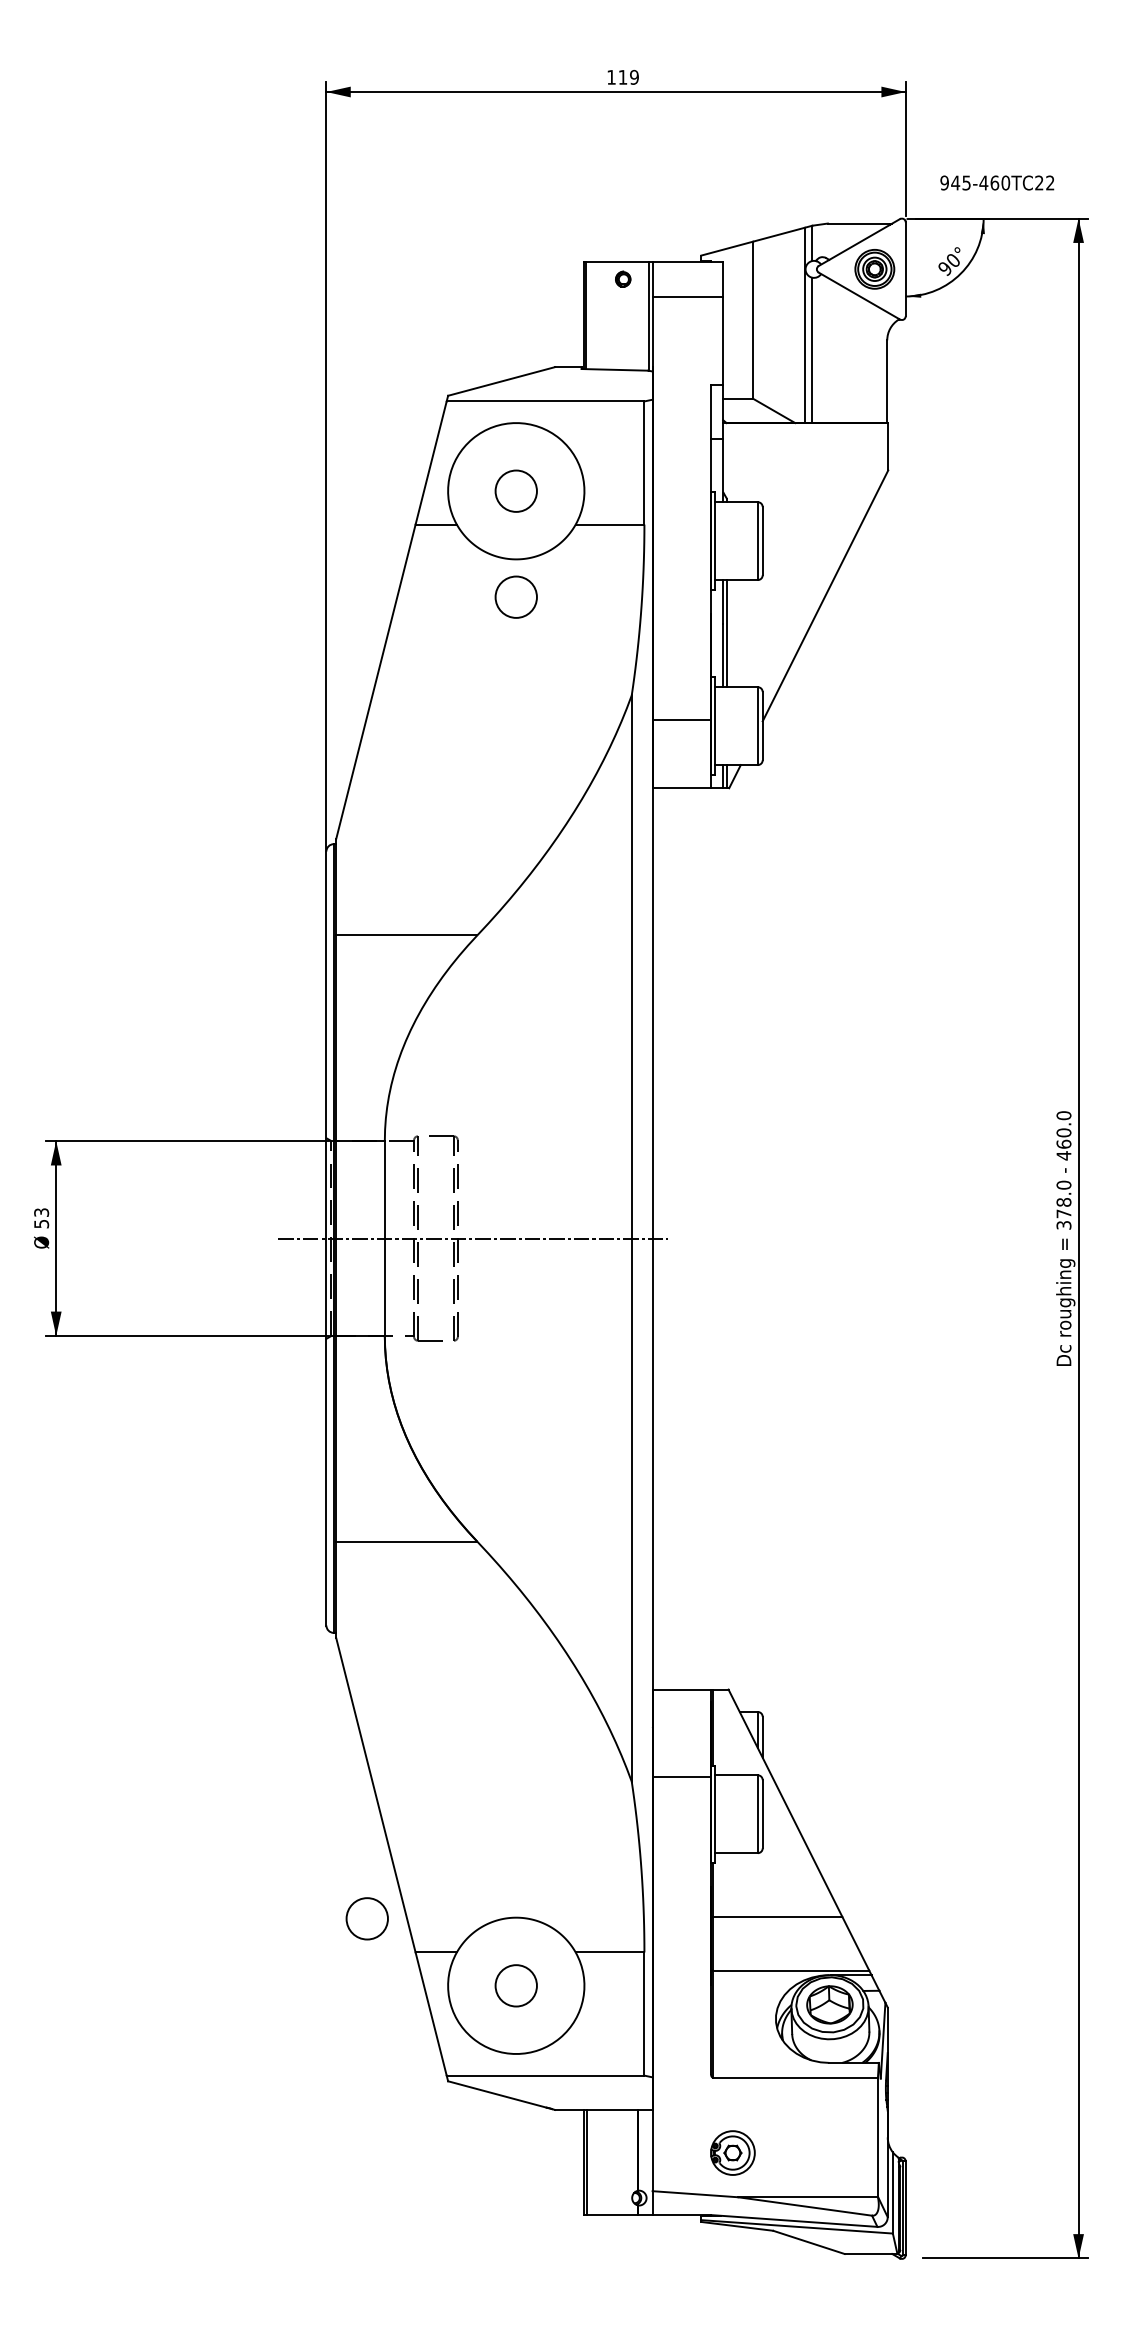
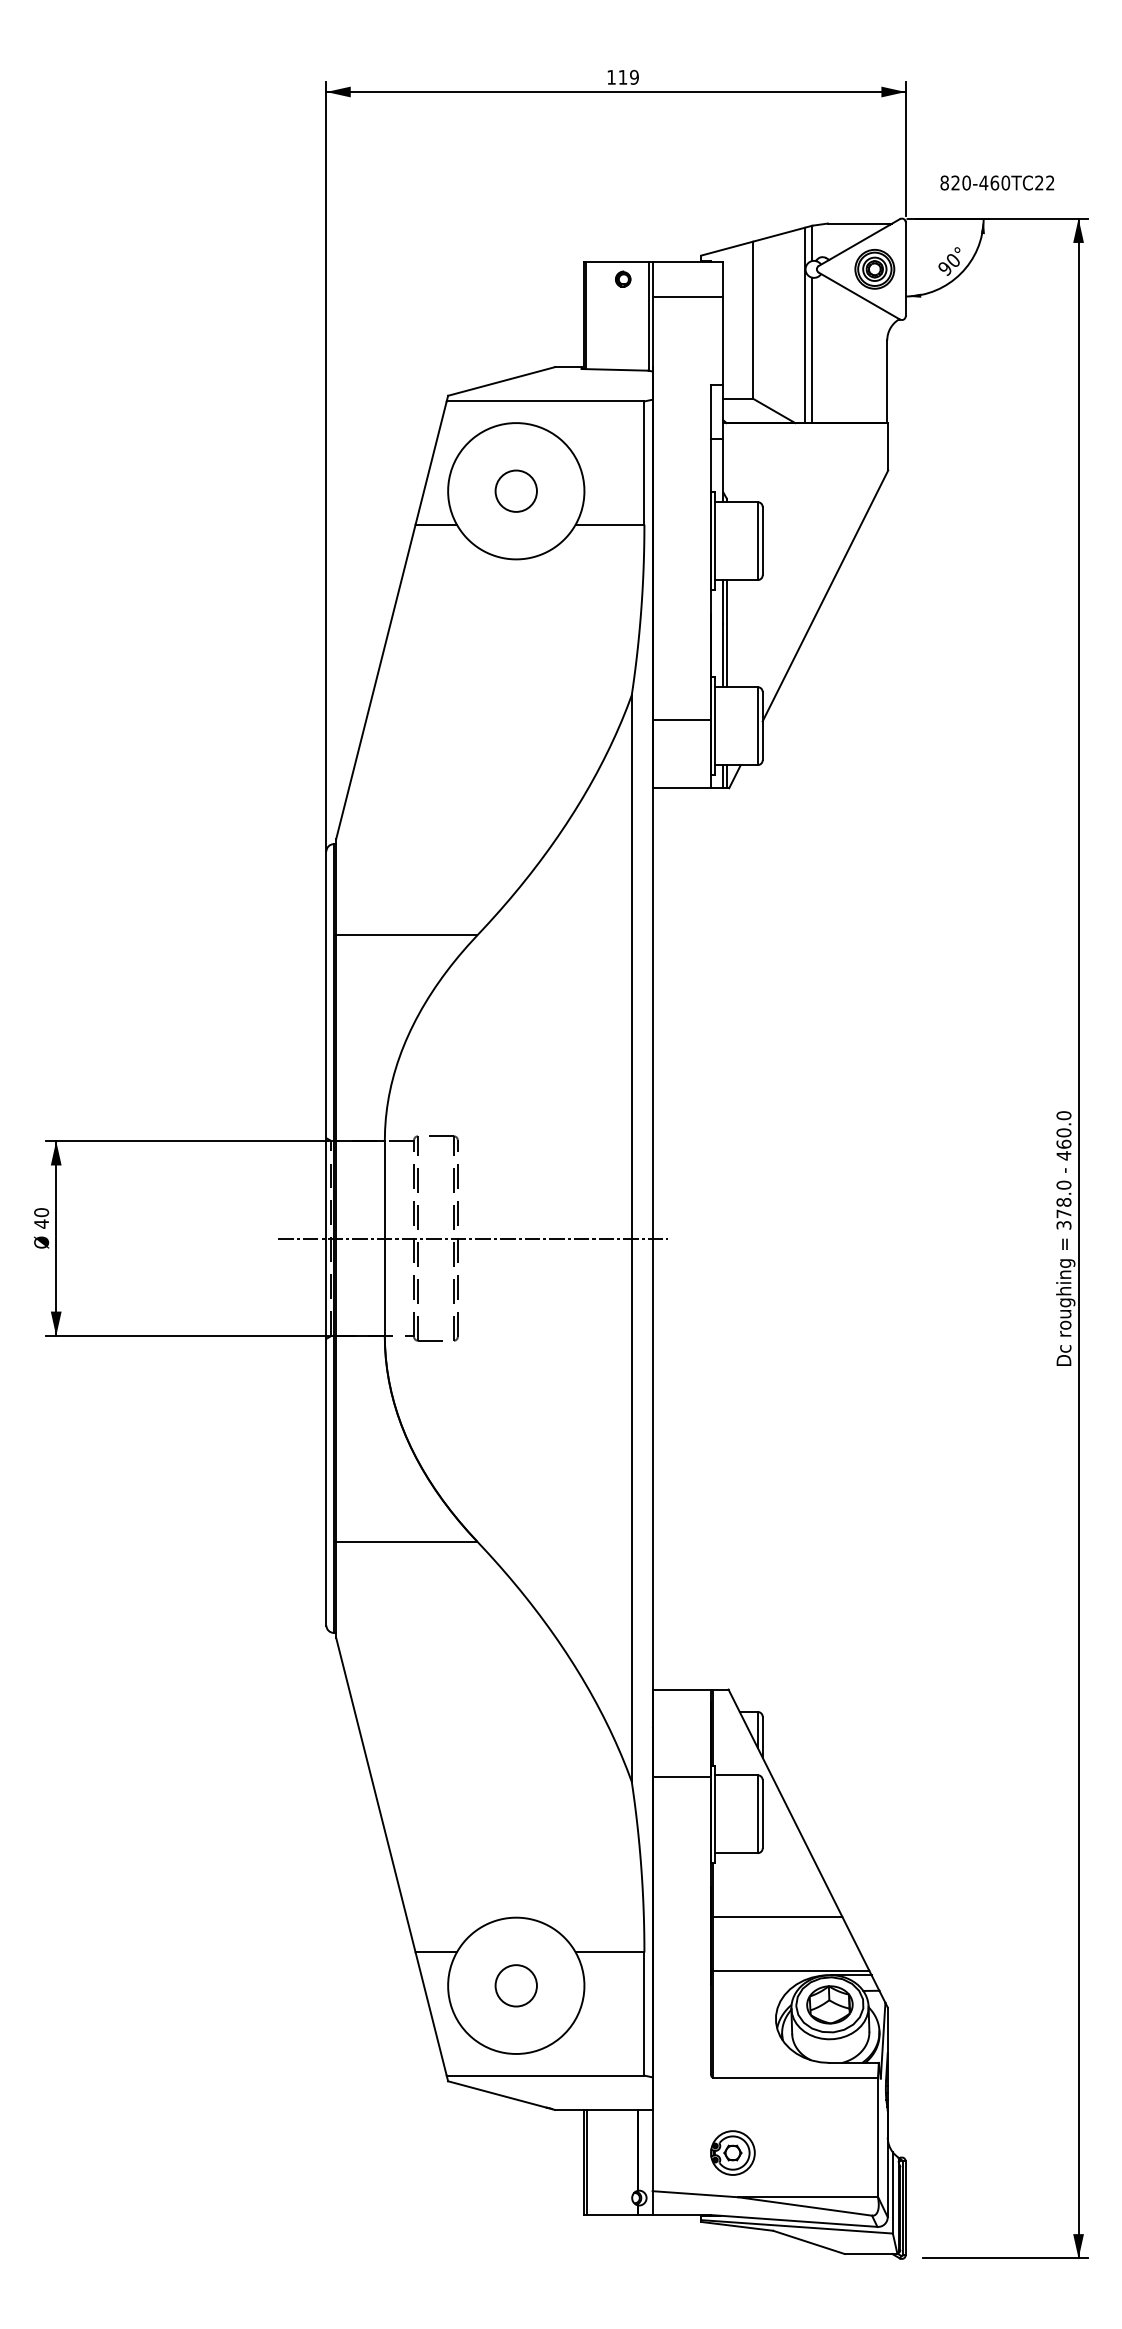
text at (955, 182): 945-460TC22 -> 820-460TC22
circle at (515, 596): present -> none
text at (41, 1218): 53 -> 40
circle at (366, 1918): present -> none
